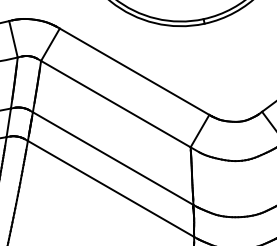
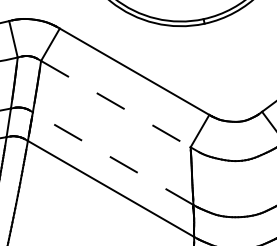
line at (116, 104): solid -> dashed
line at (113, 158): solid -> dashed
